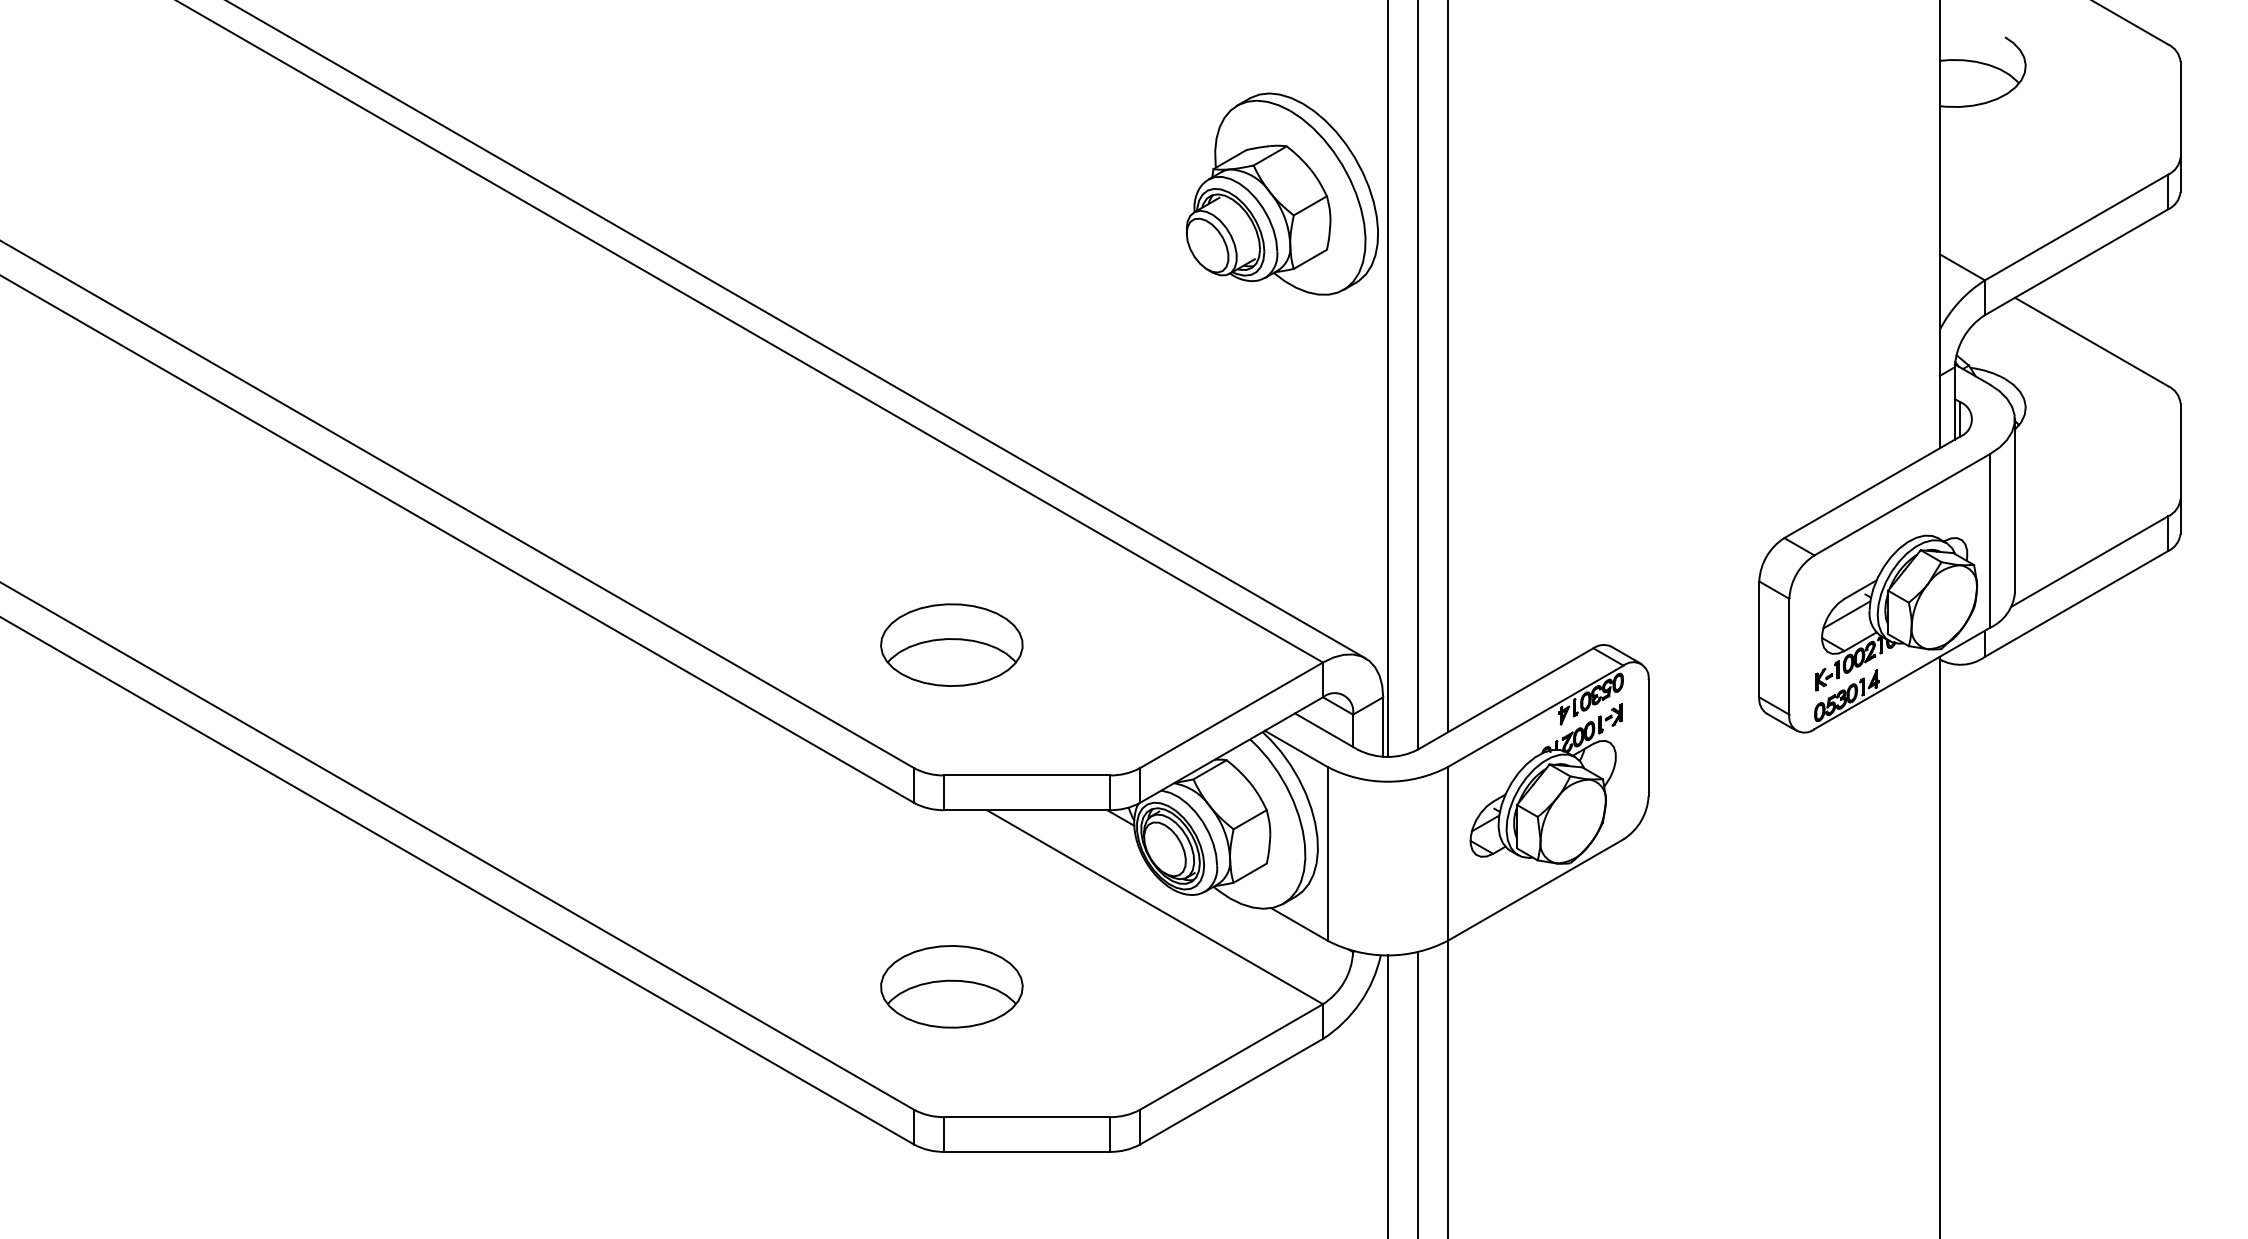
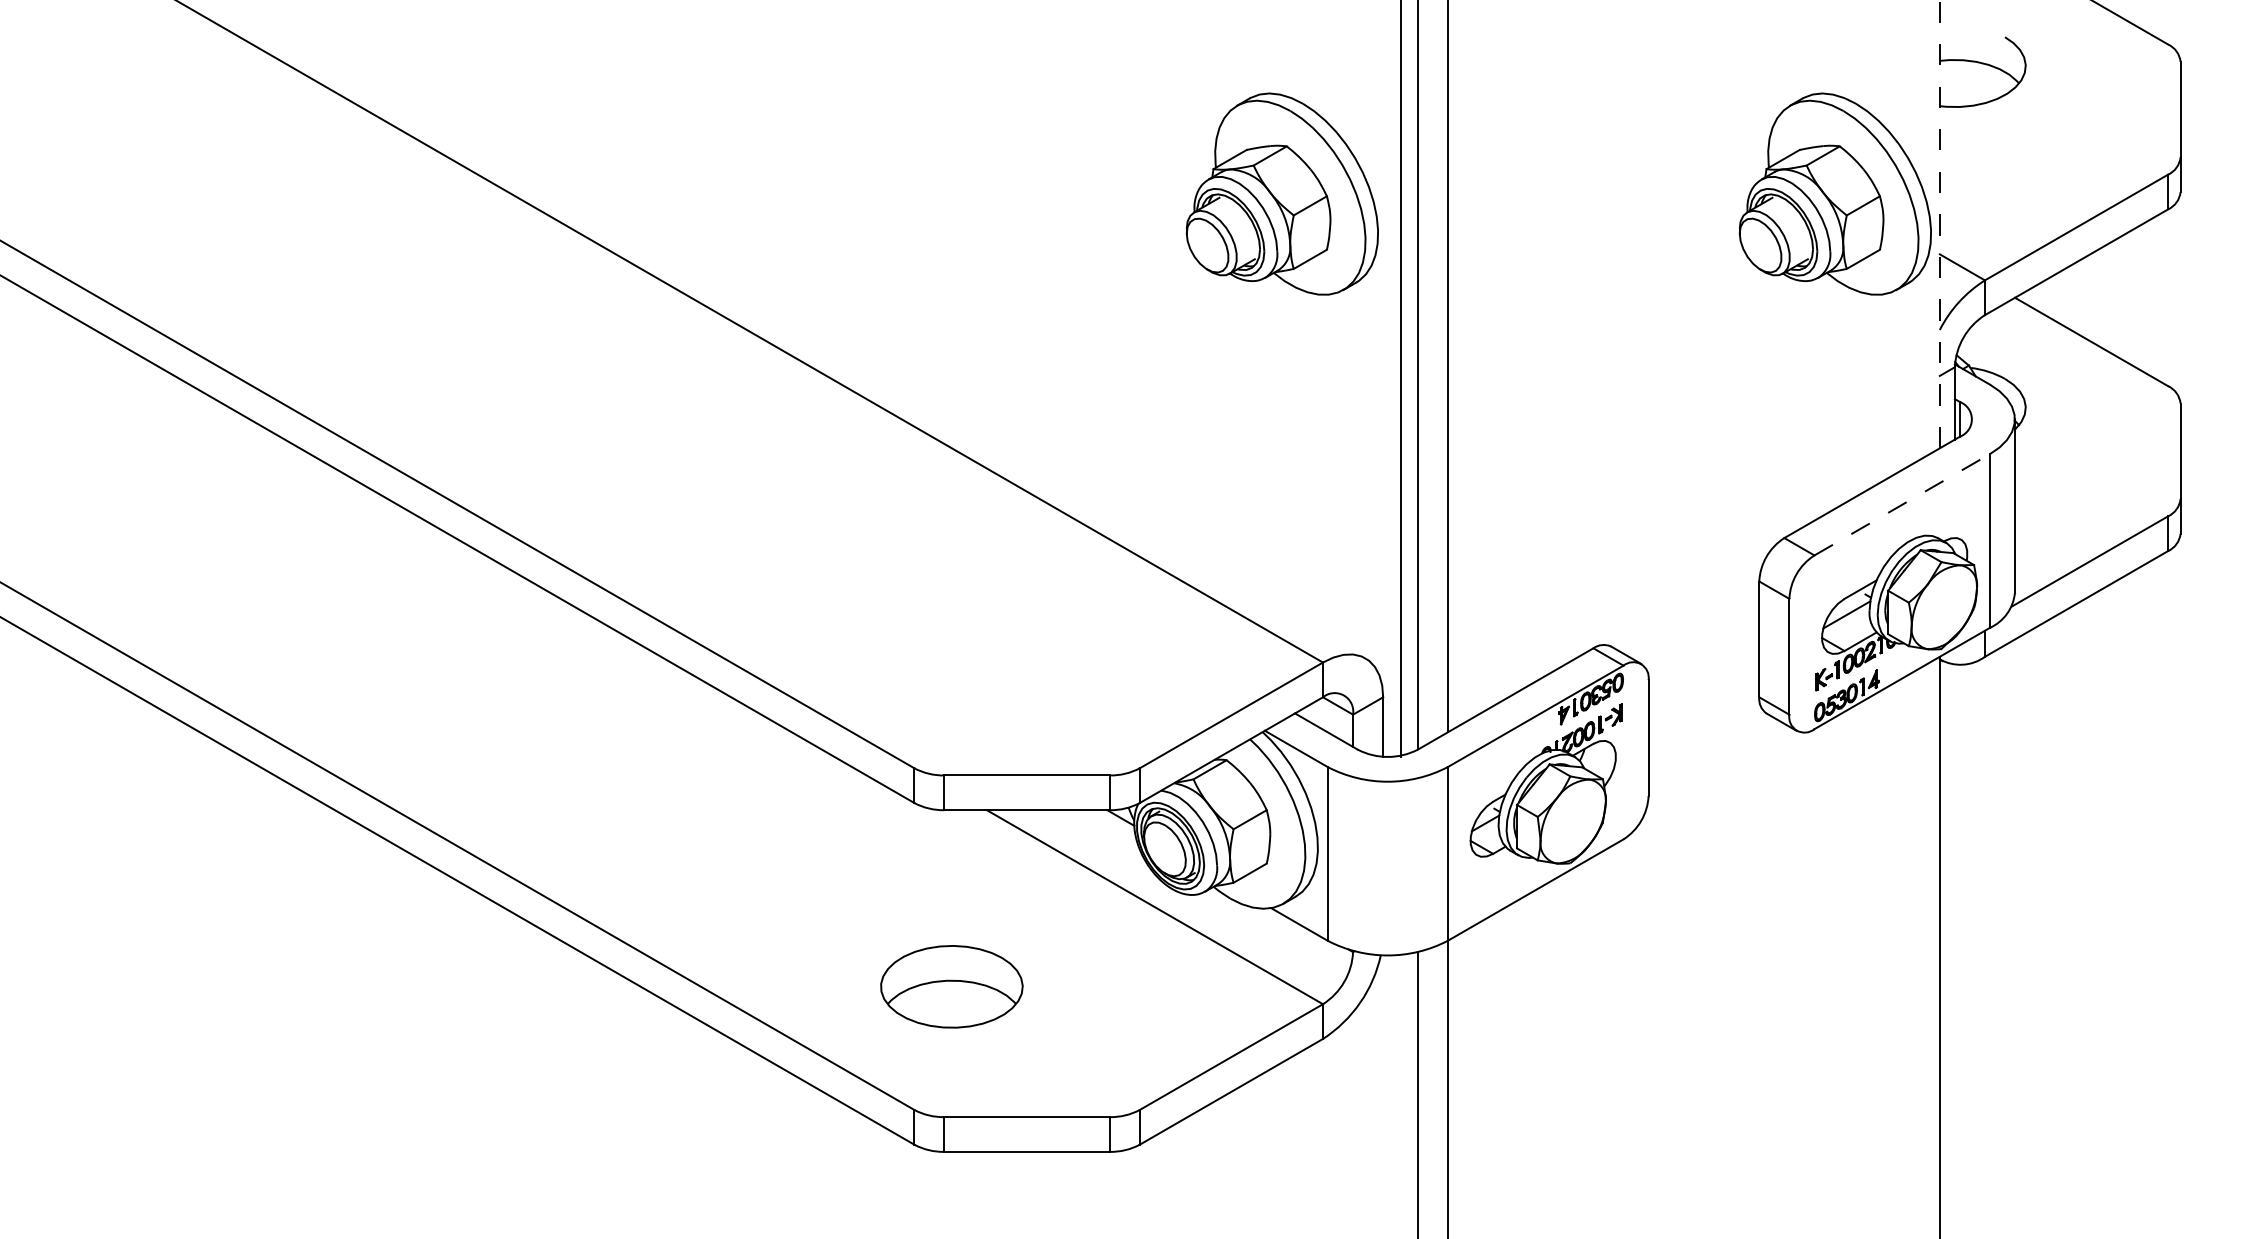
part at (1834, 193): none -> present
line at (1939, 224): solid -> dashed
line at (797, 330): present -> none
line at (1388, 379) position: (1388, 379) -> (1401, 379)
line at (1902, 504): solid -> dashed
part at (951, 644): present -> none
line at (1388, 1095): present -> none
